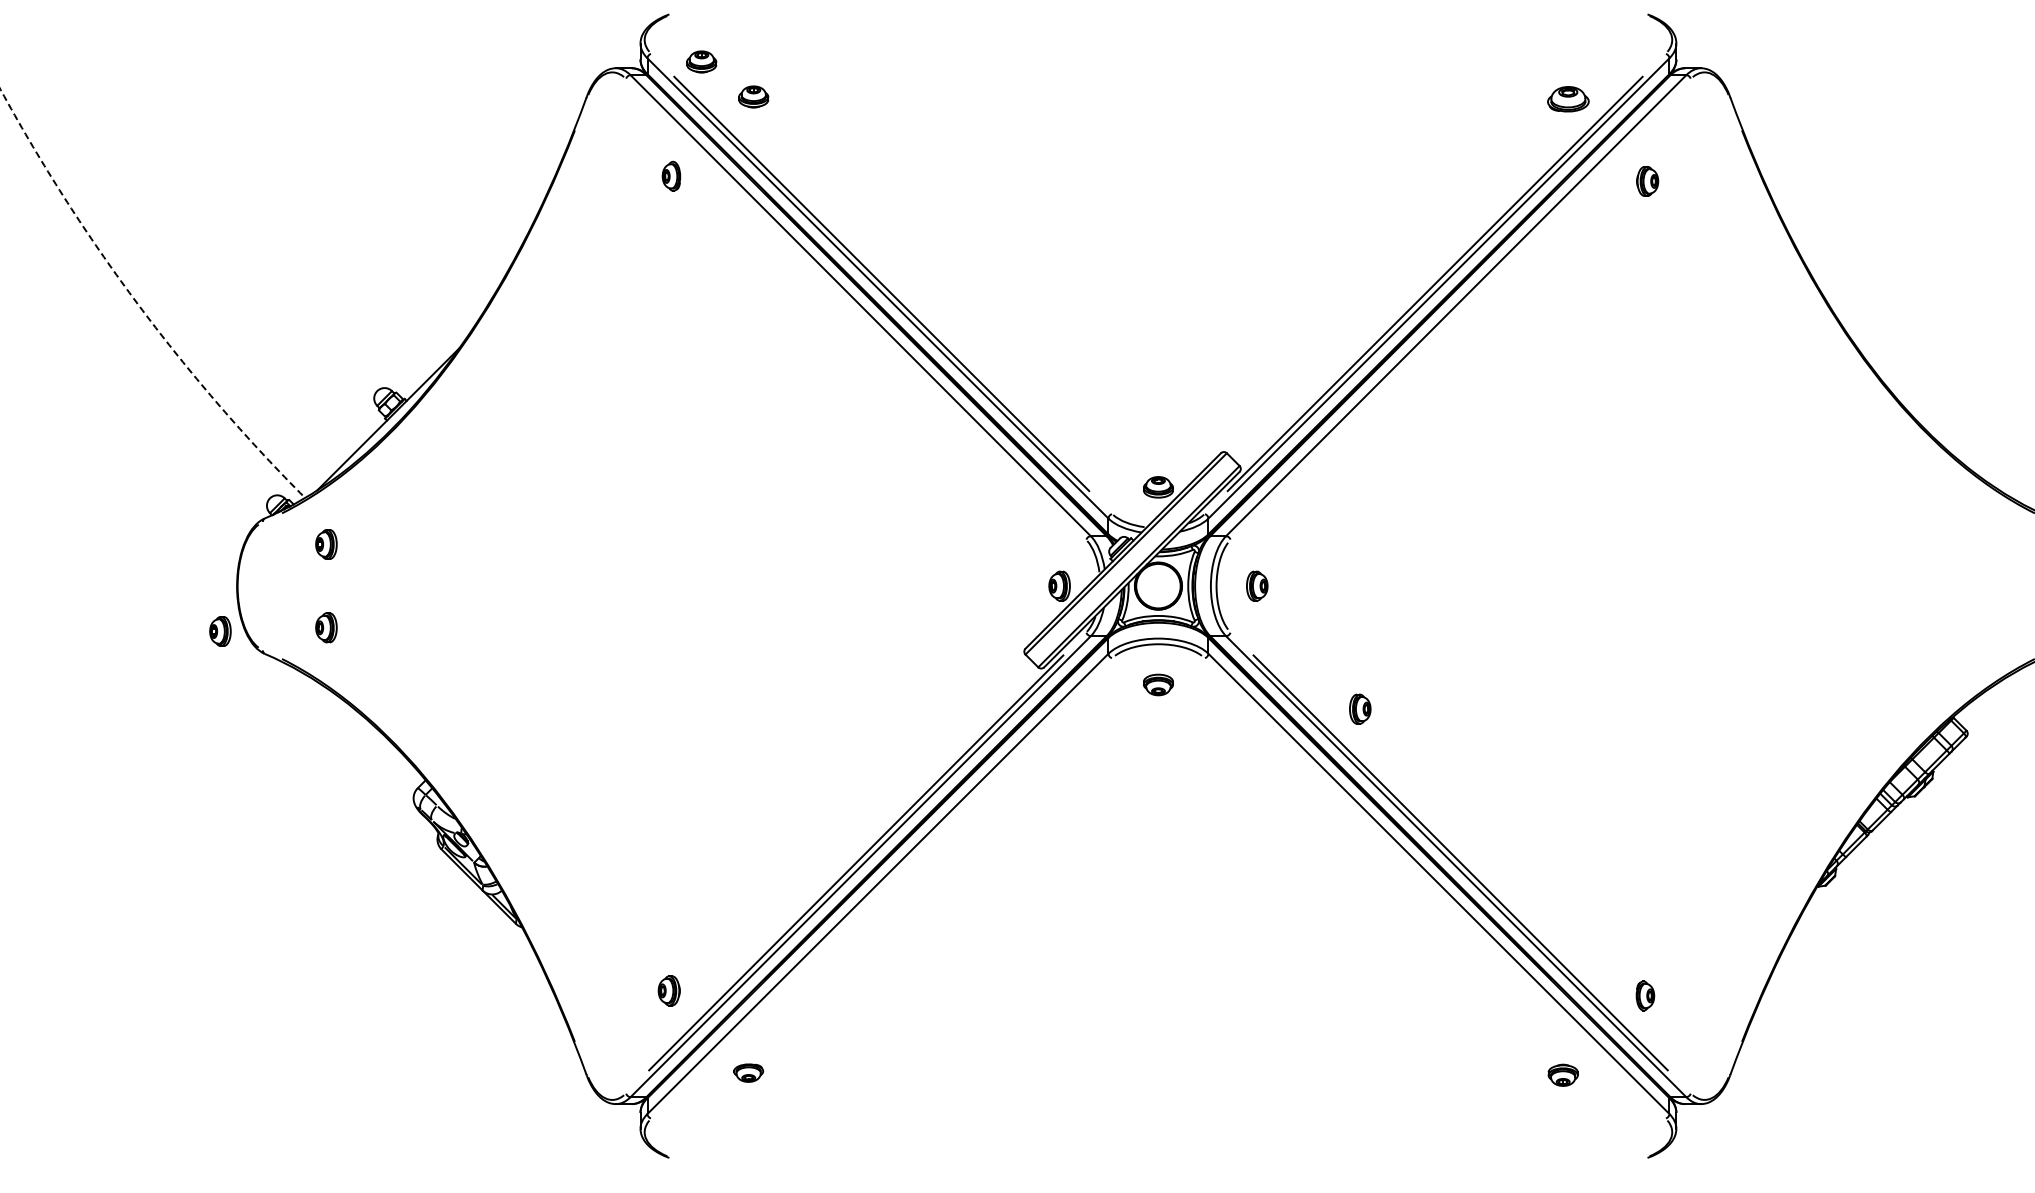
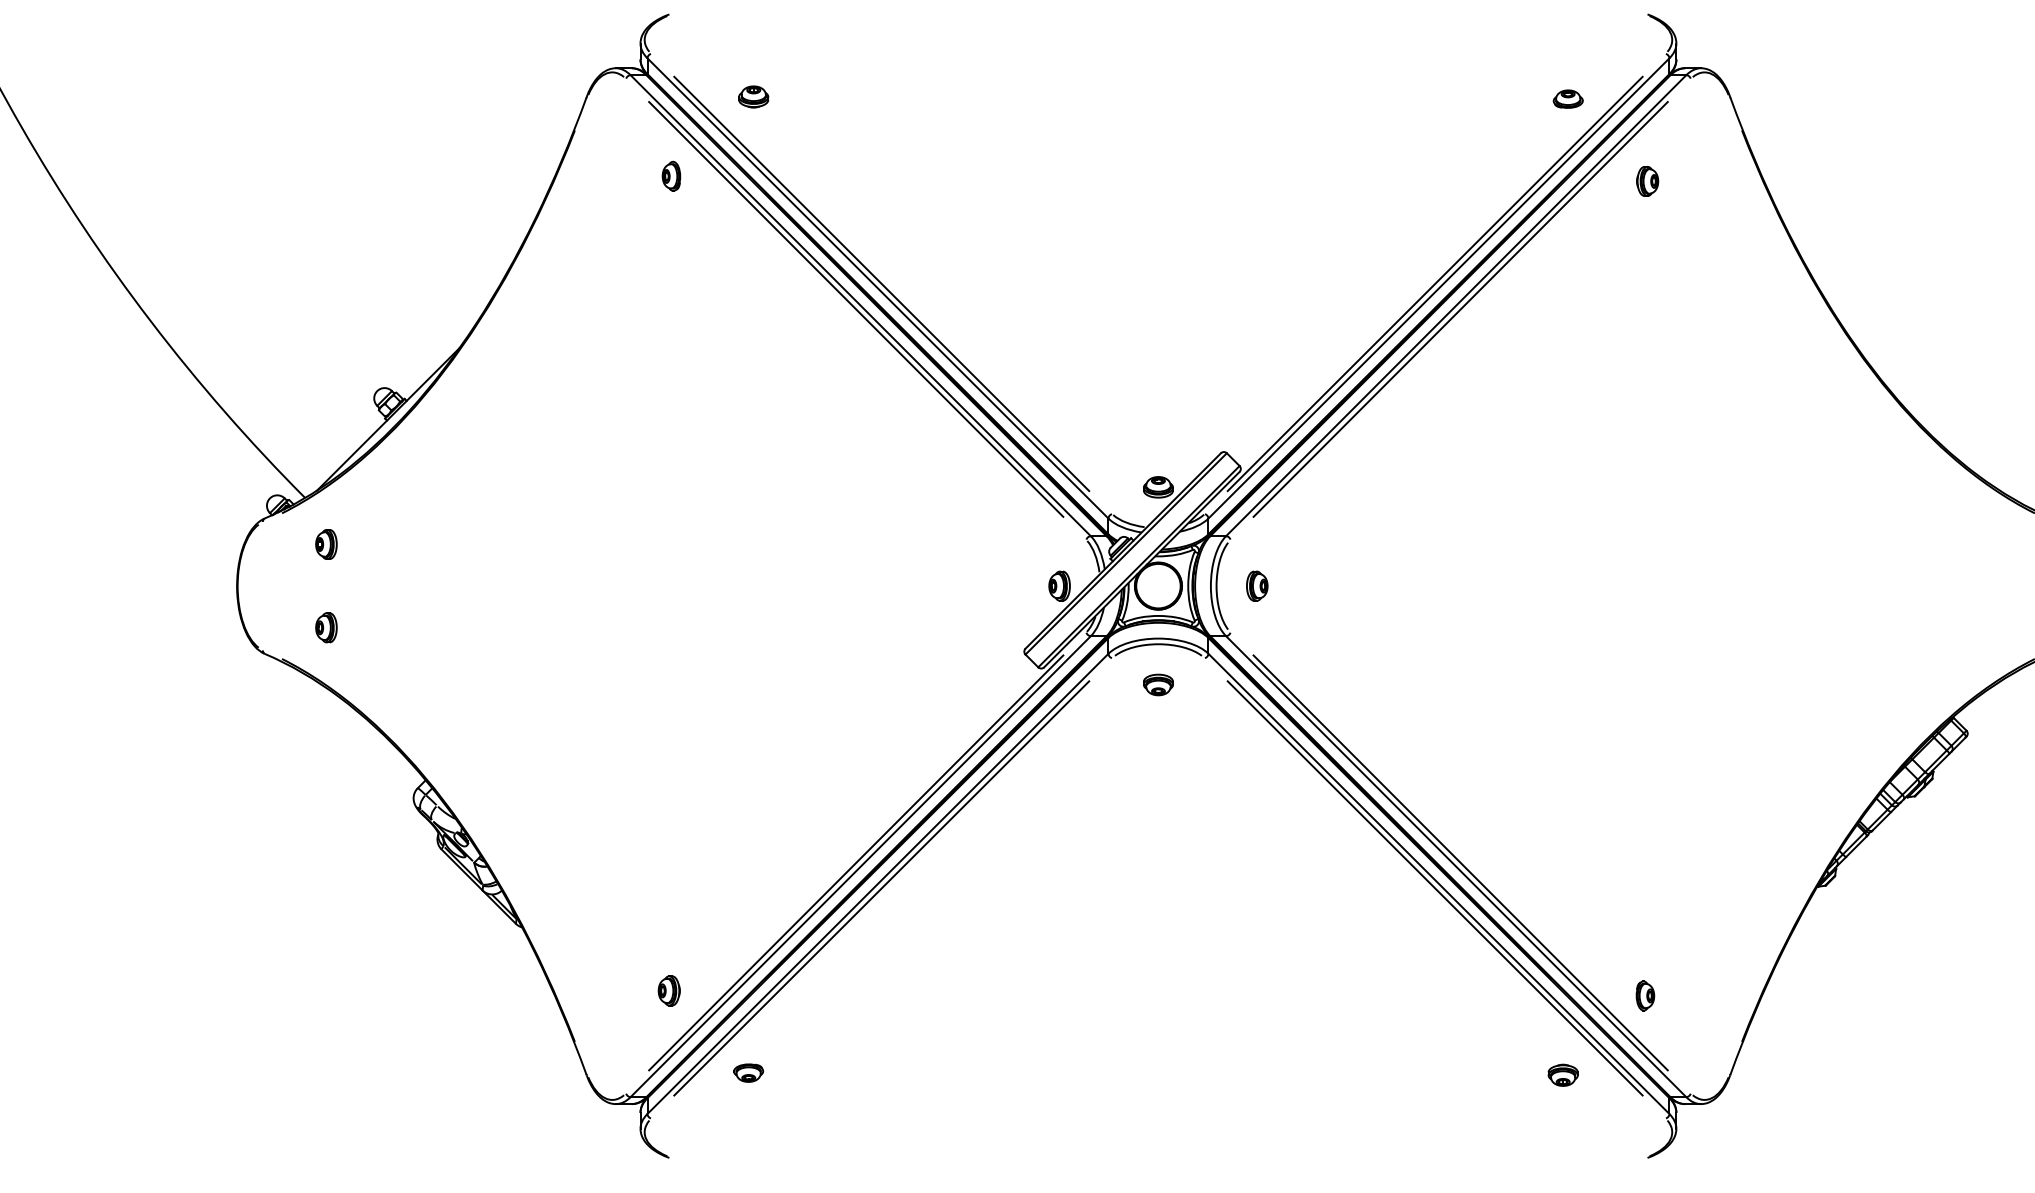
part at (701, 61): present -> none
part at (1568, 99) size: 43x27 px -> 32x20 px
arc at (137, 303): dashed -> solid
line at (856, 309): none -> present
line at (1460, 309): none -> present
part at (220, 631): present -> none
part at (1360, 708): present -> none
line at (881, 888): none -> present
line at (1434, 888): none -> present
